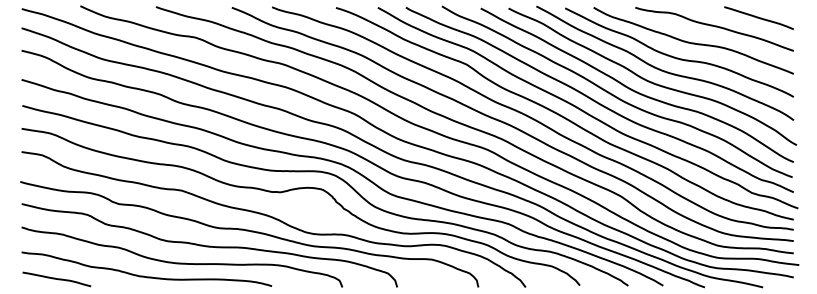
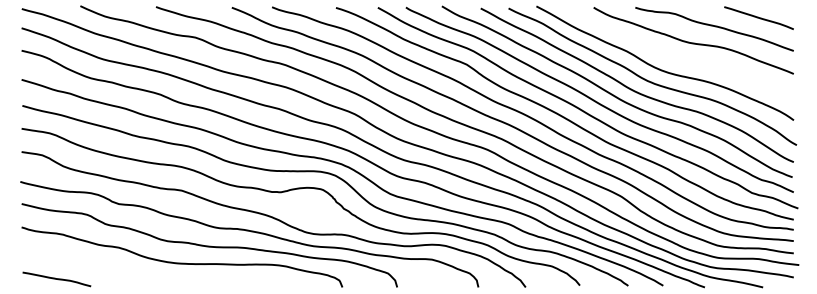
curve at (678, 57): present -> none
curve at (143, 275): present -> none
